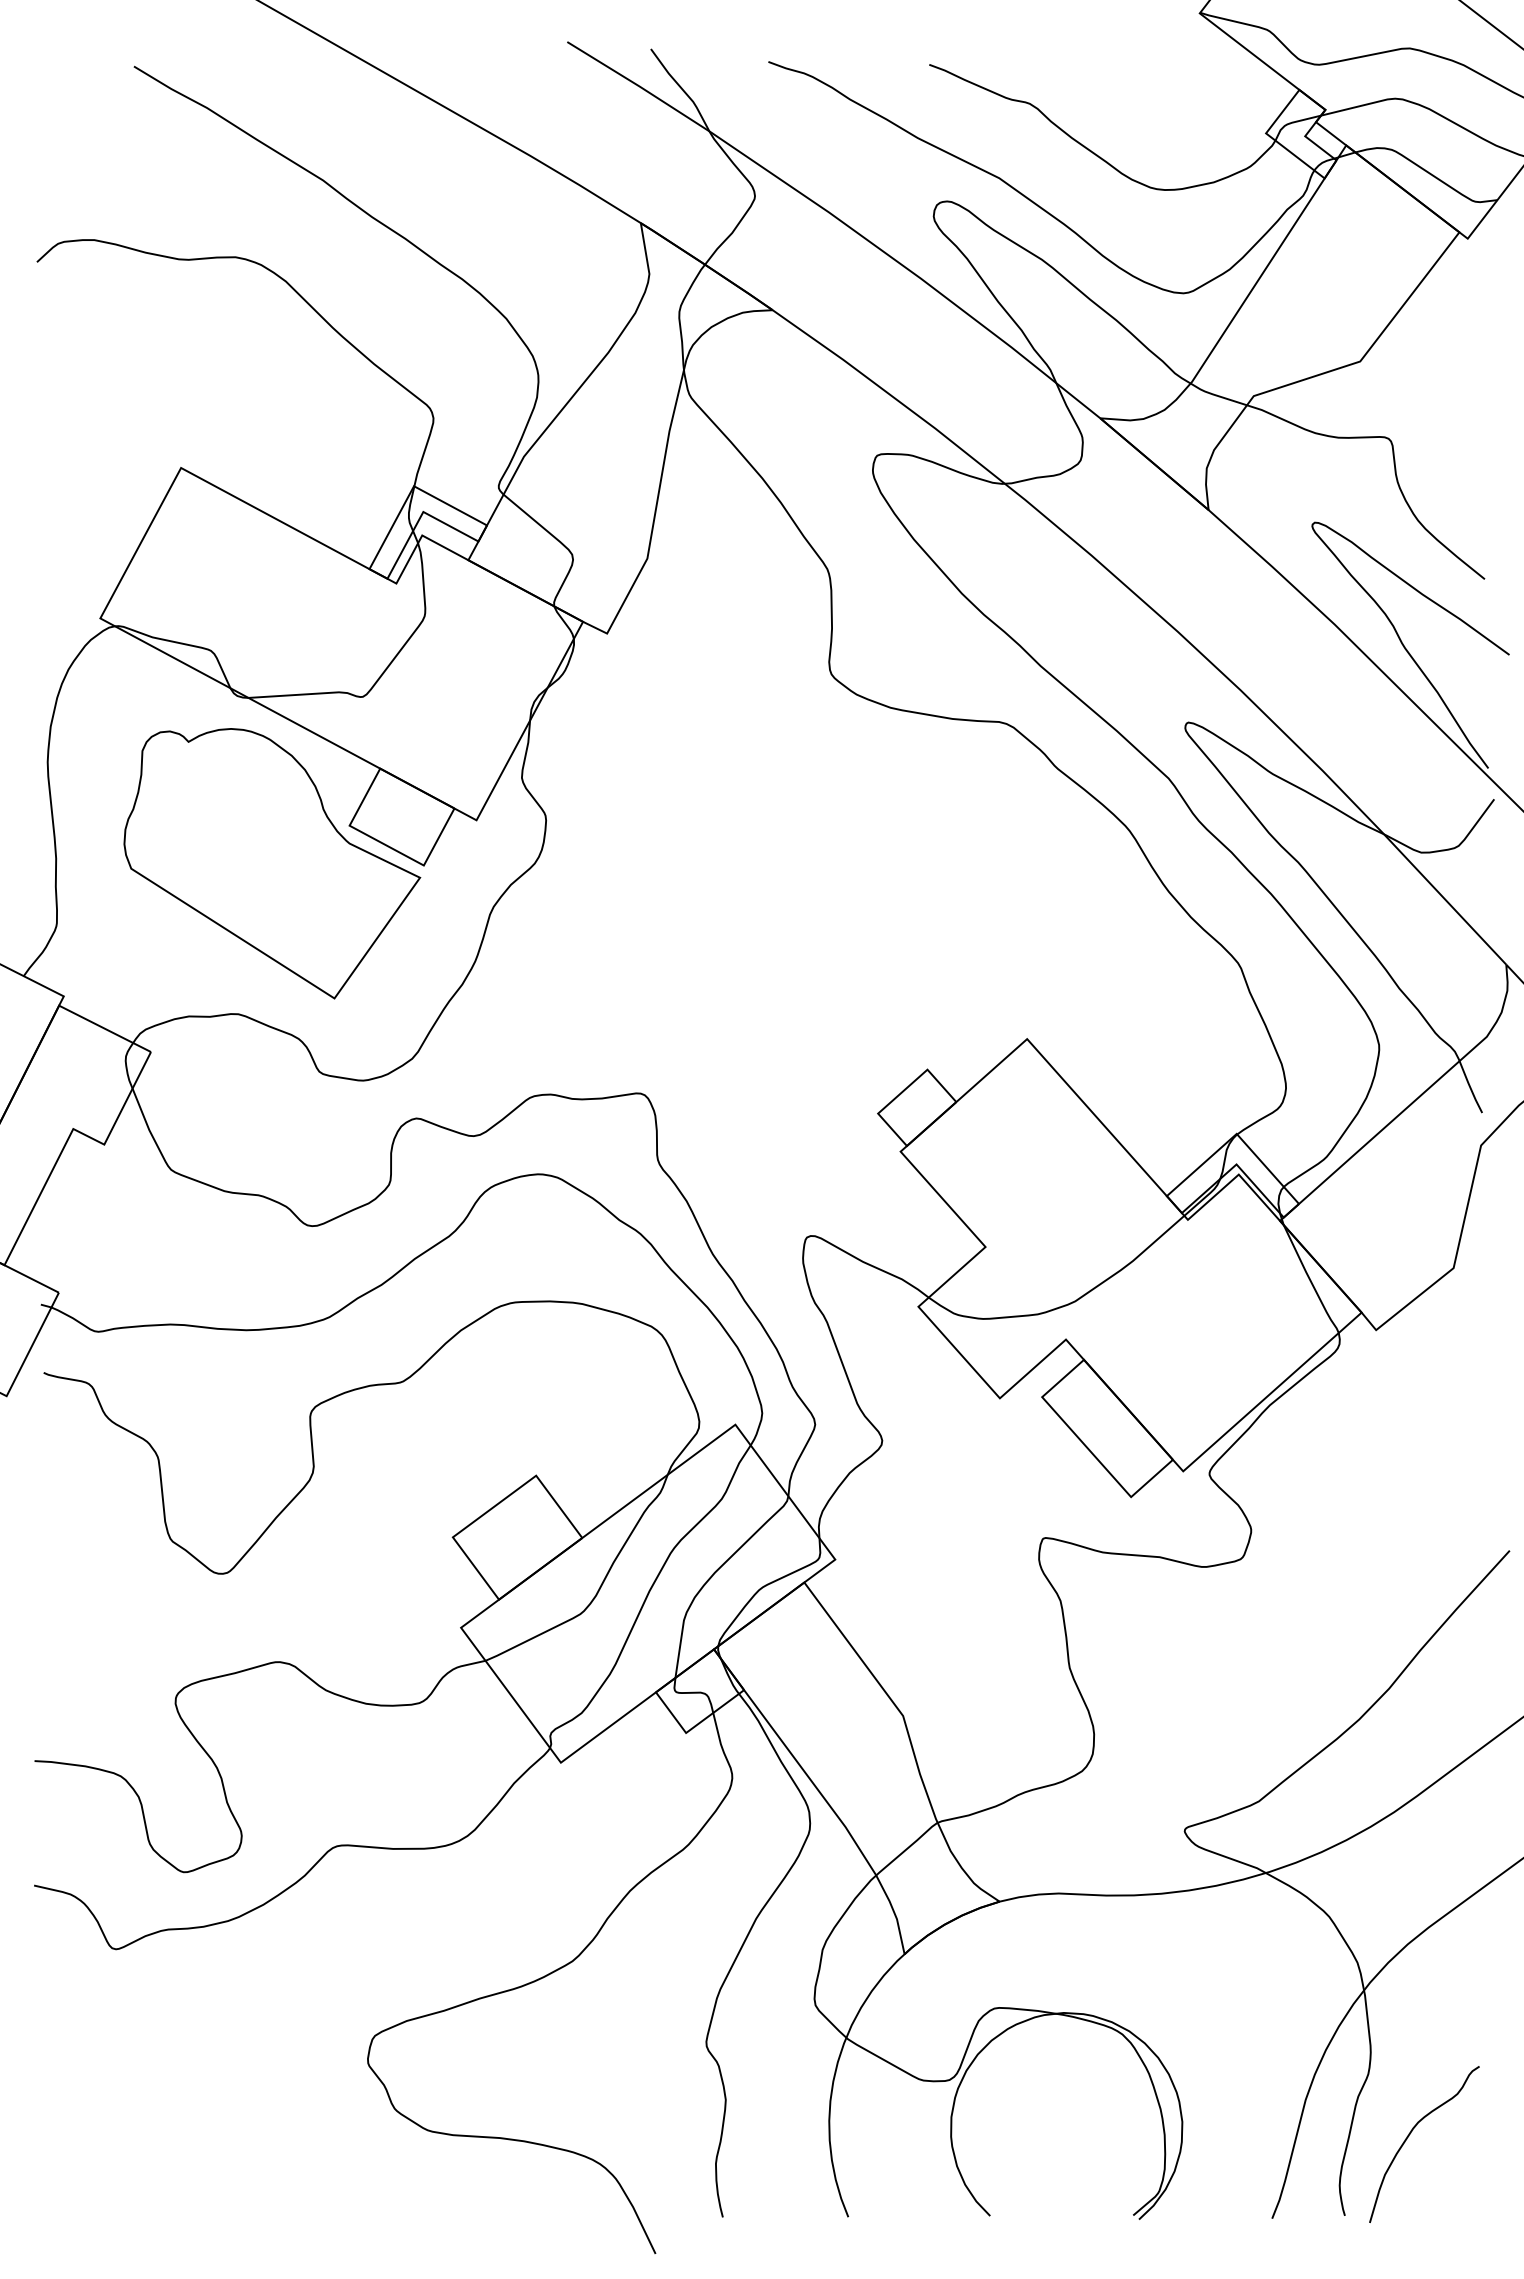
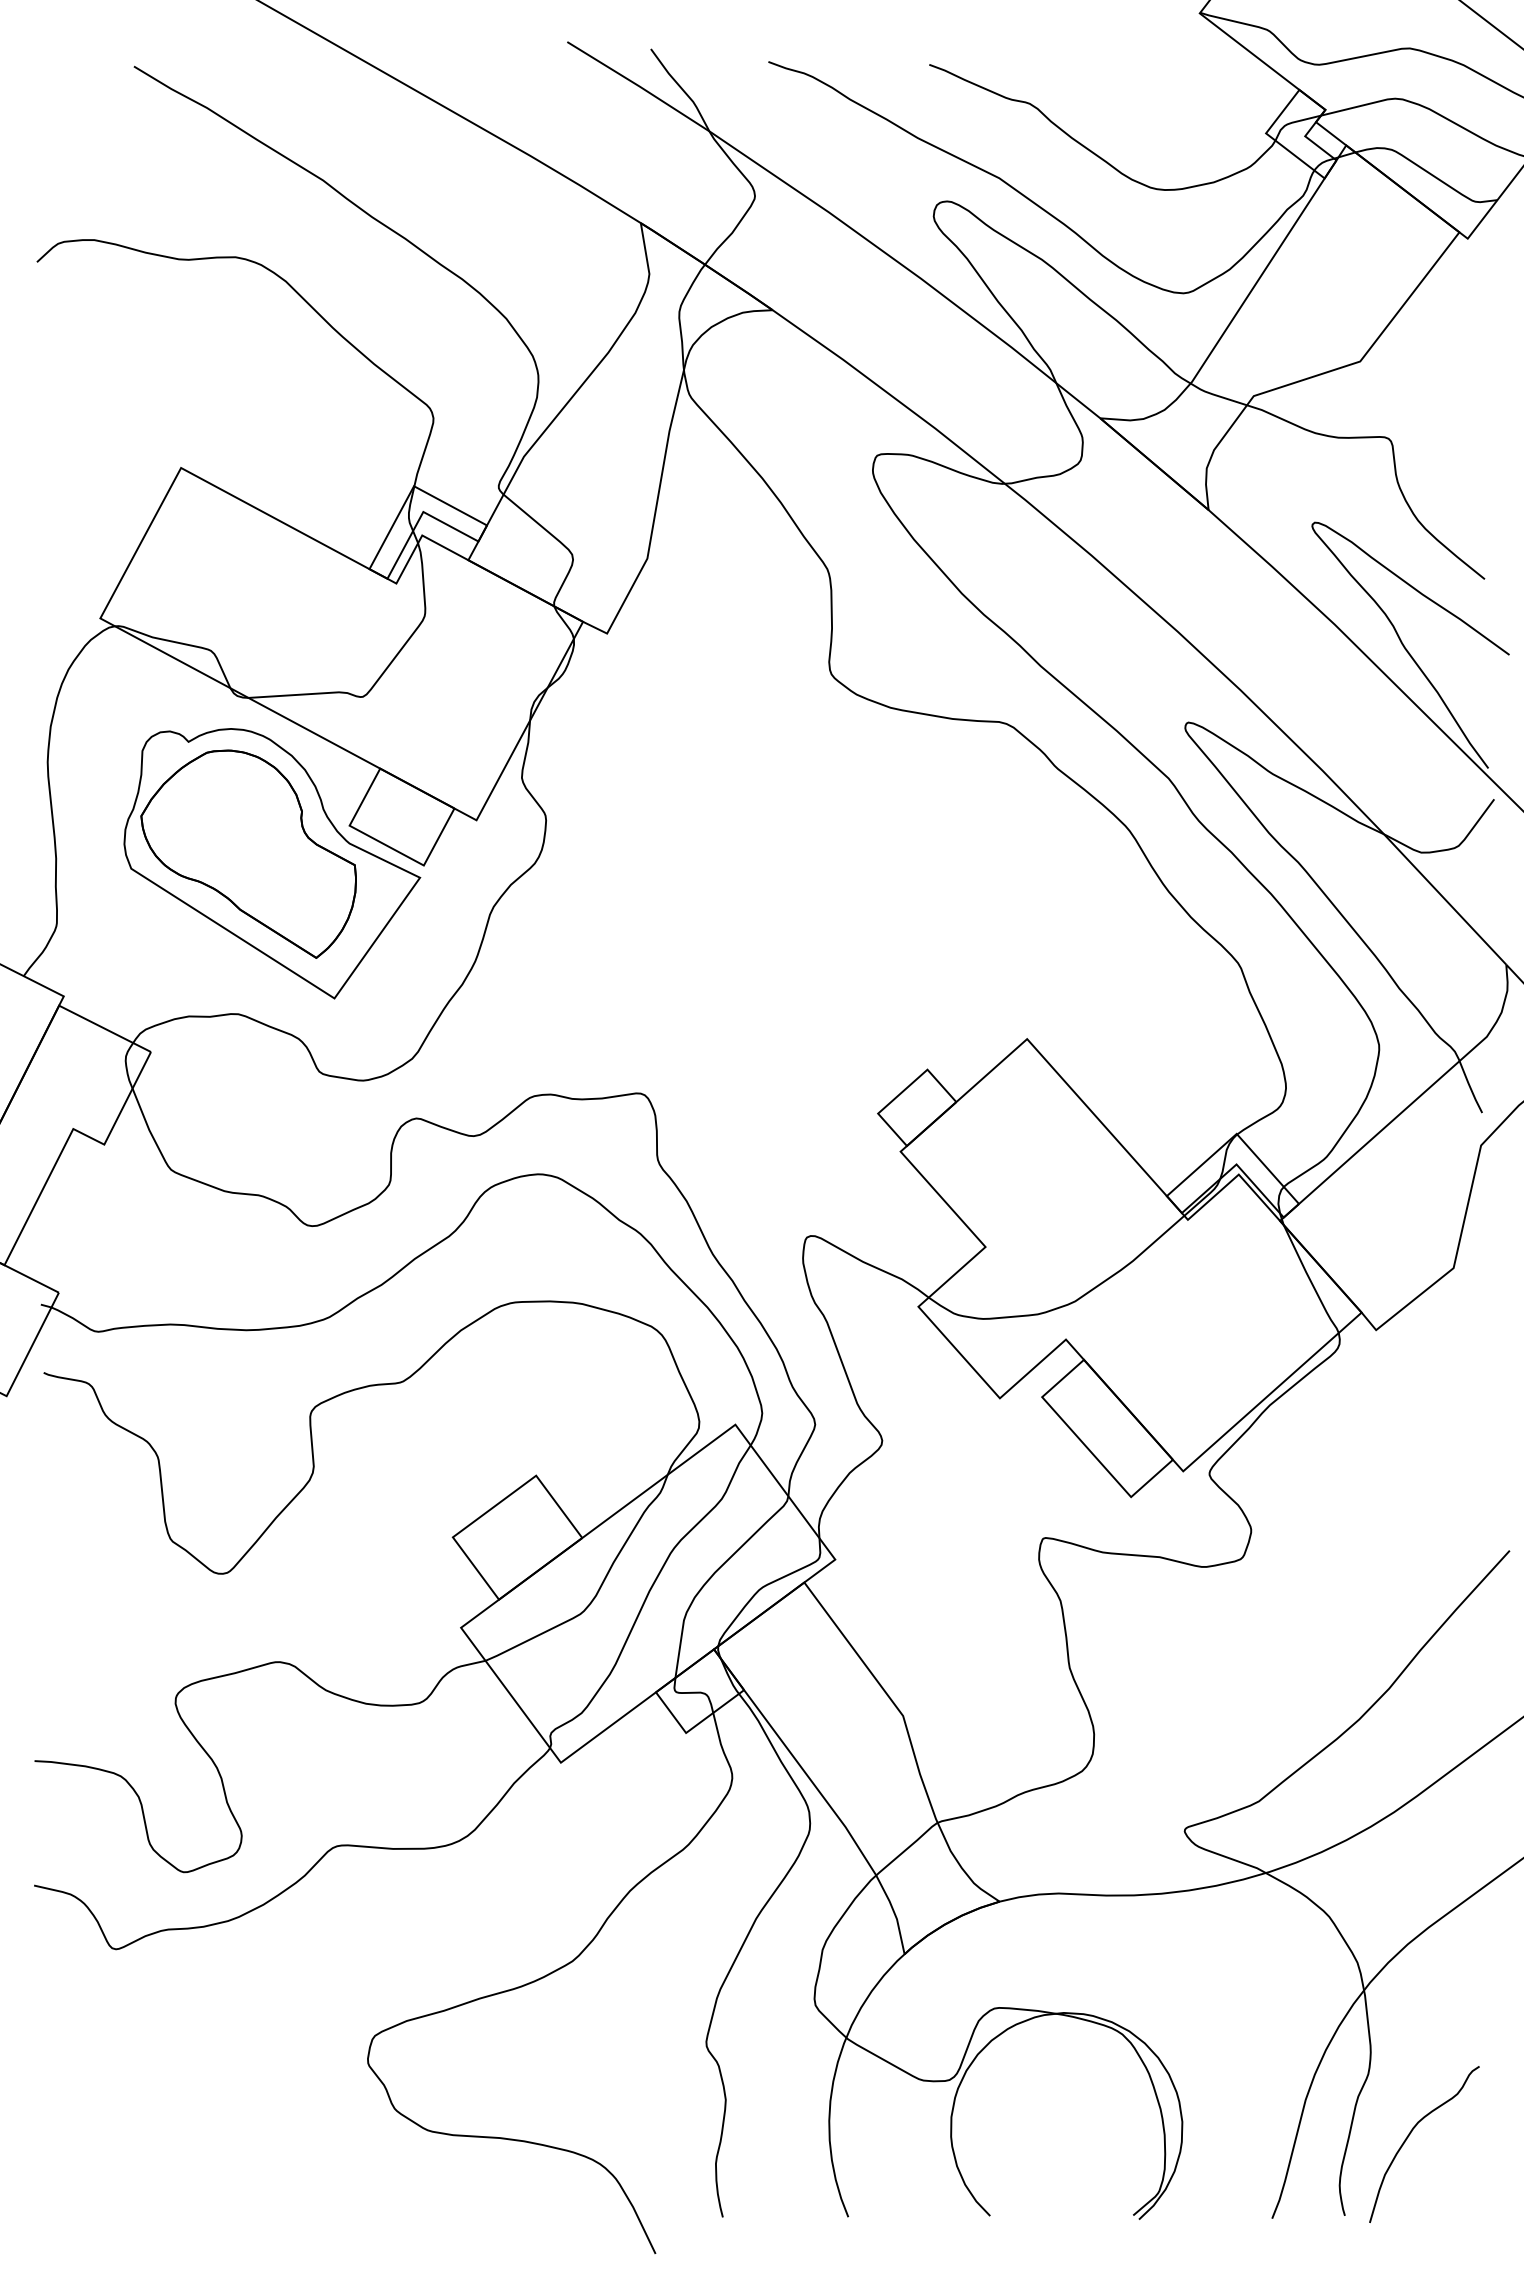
part at (248, 853): none -> present
